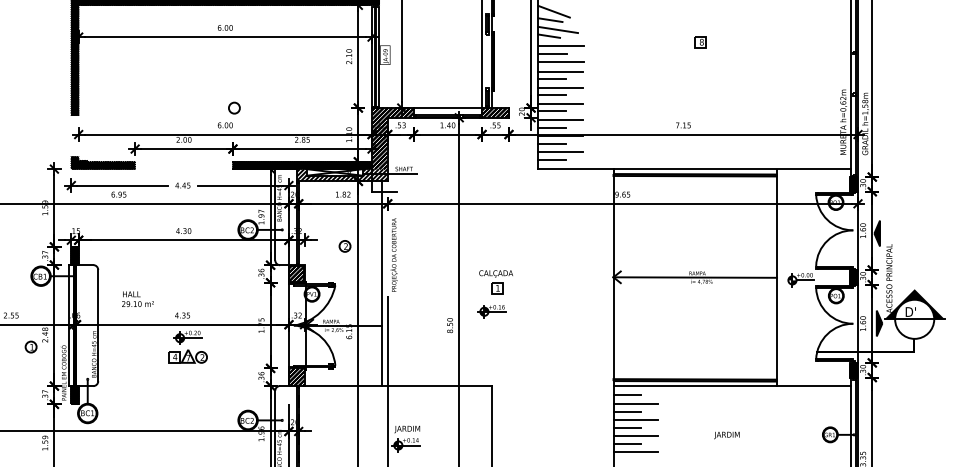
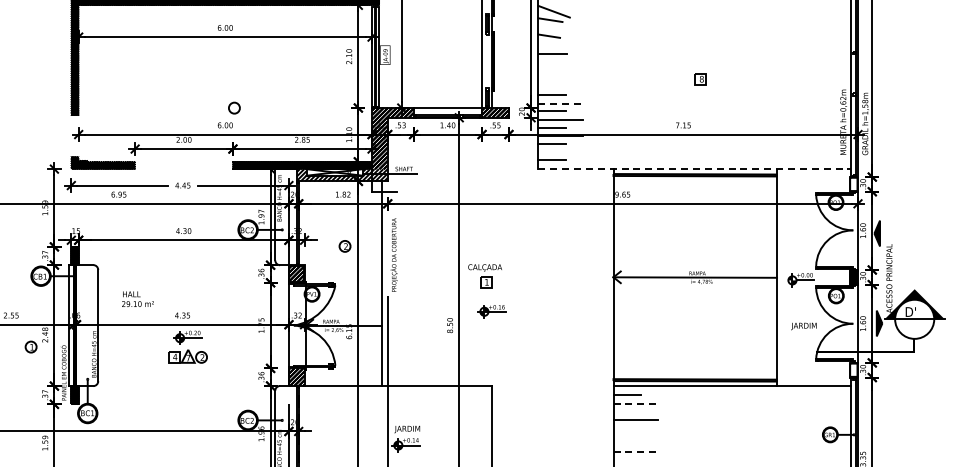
line at (557, 29): present -> none
part at (700, 42) position: (700, 42) -> (700, 79)
line at (560, 46): present -> none
line at (560, 62): present -> none
line at (560, 71): present -> none
line at (552, 79): present -> none
line at (560, 87): present -> none
line at (561, 103): solid -> dashed
line at (560, 152): present -> none
line at (694, 169): solid -> dashed
fill at (853, 184): present -> none
part at (495, 282) position: (495, 282) -> (484, 276)
fill at (853, 369): present -> none
line at (636, 404): solid -> dashed
line at (627, 411): present -> none
line at (627, 427): present -> none
text at (726, 435) position: (726, 435) -> (803, 326)
line at (635, 436): present -> none
line at (627, 443): present -> none
line at (636, 452): solid -> dashed
